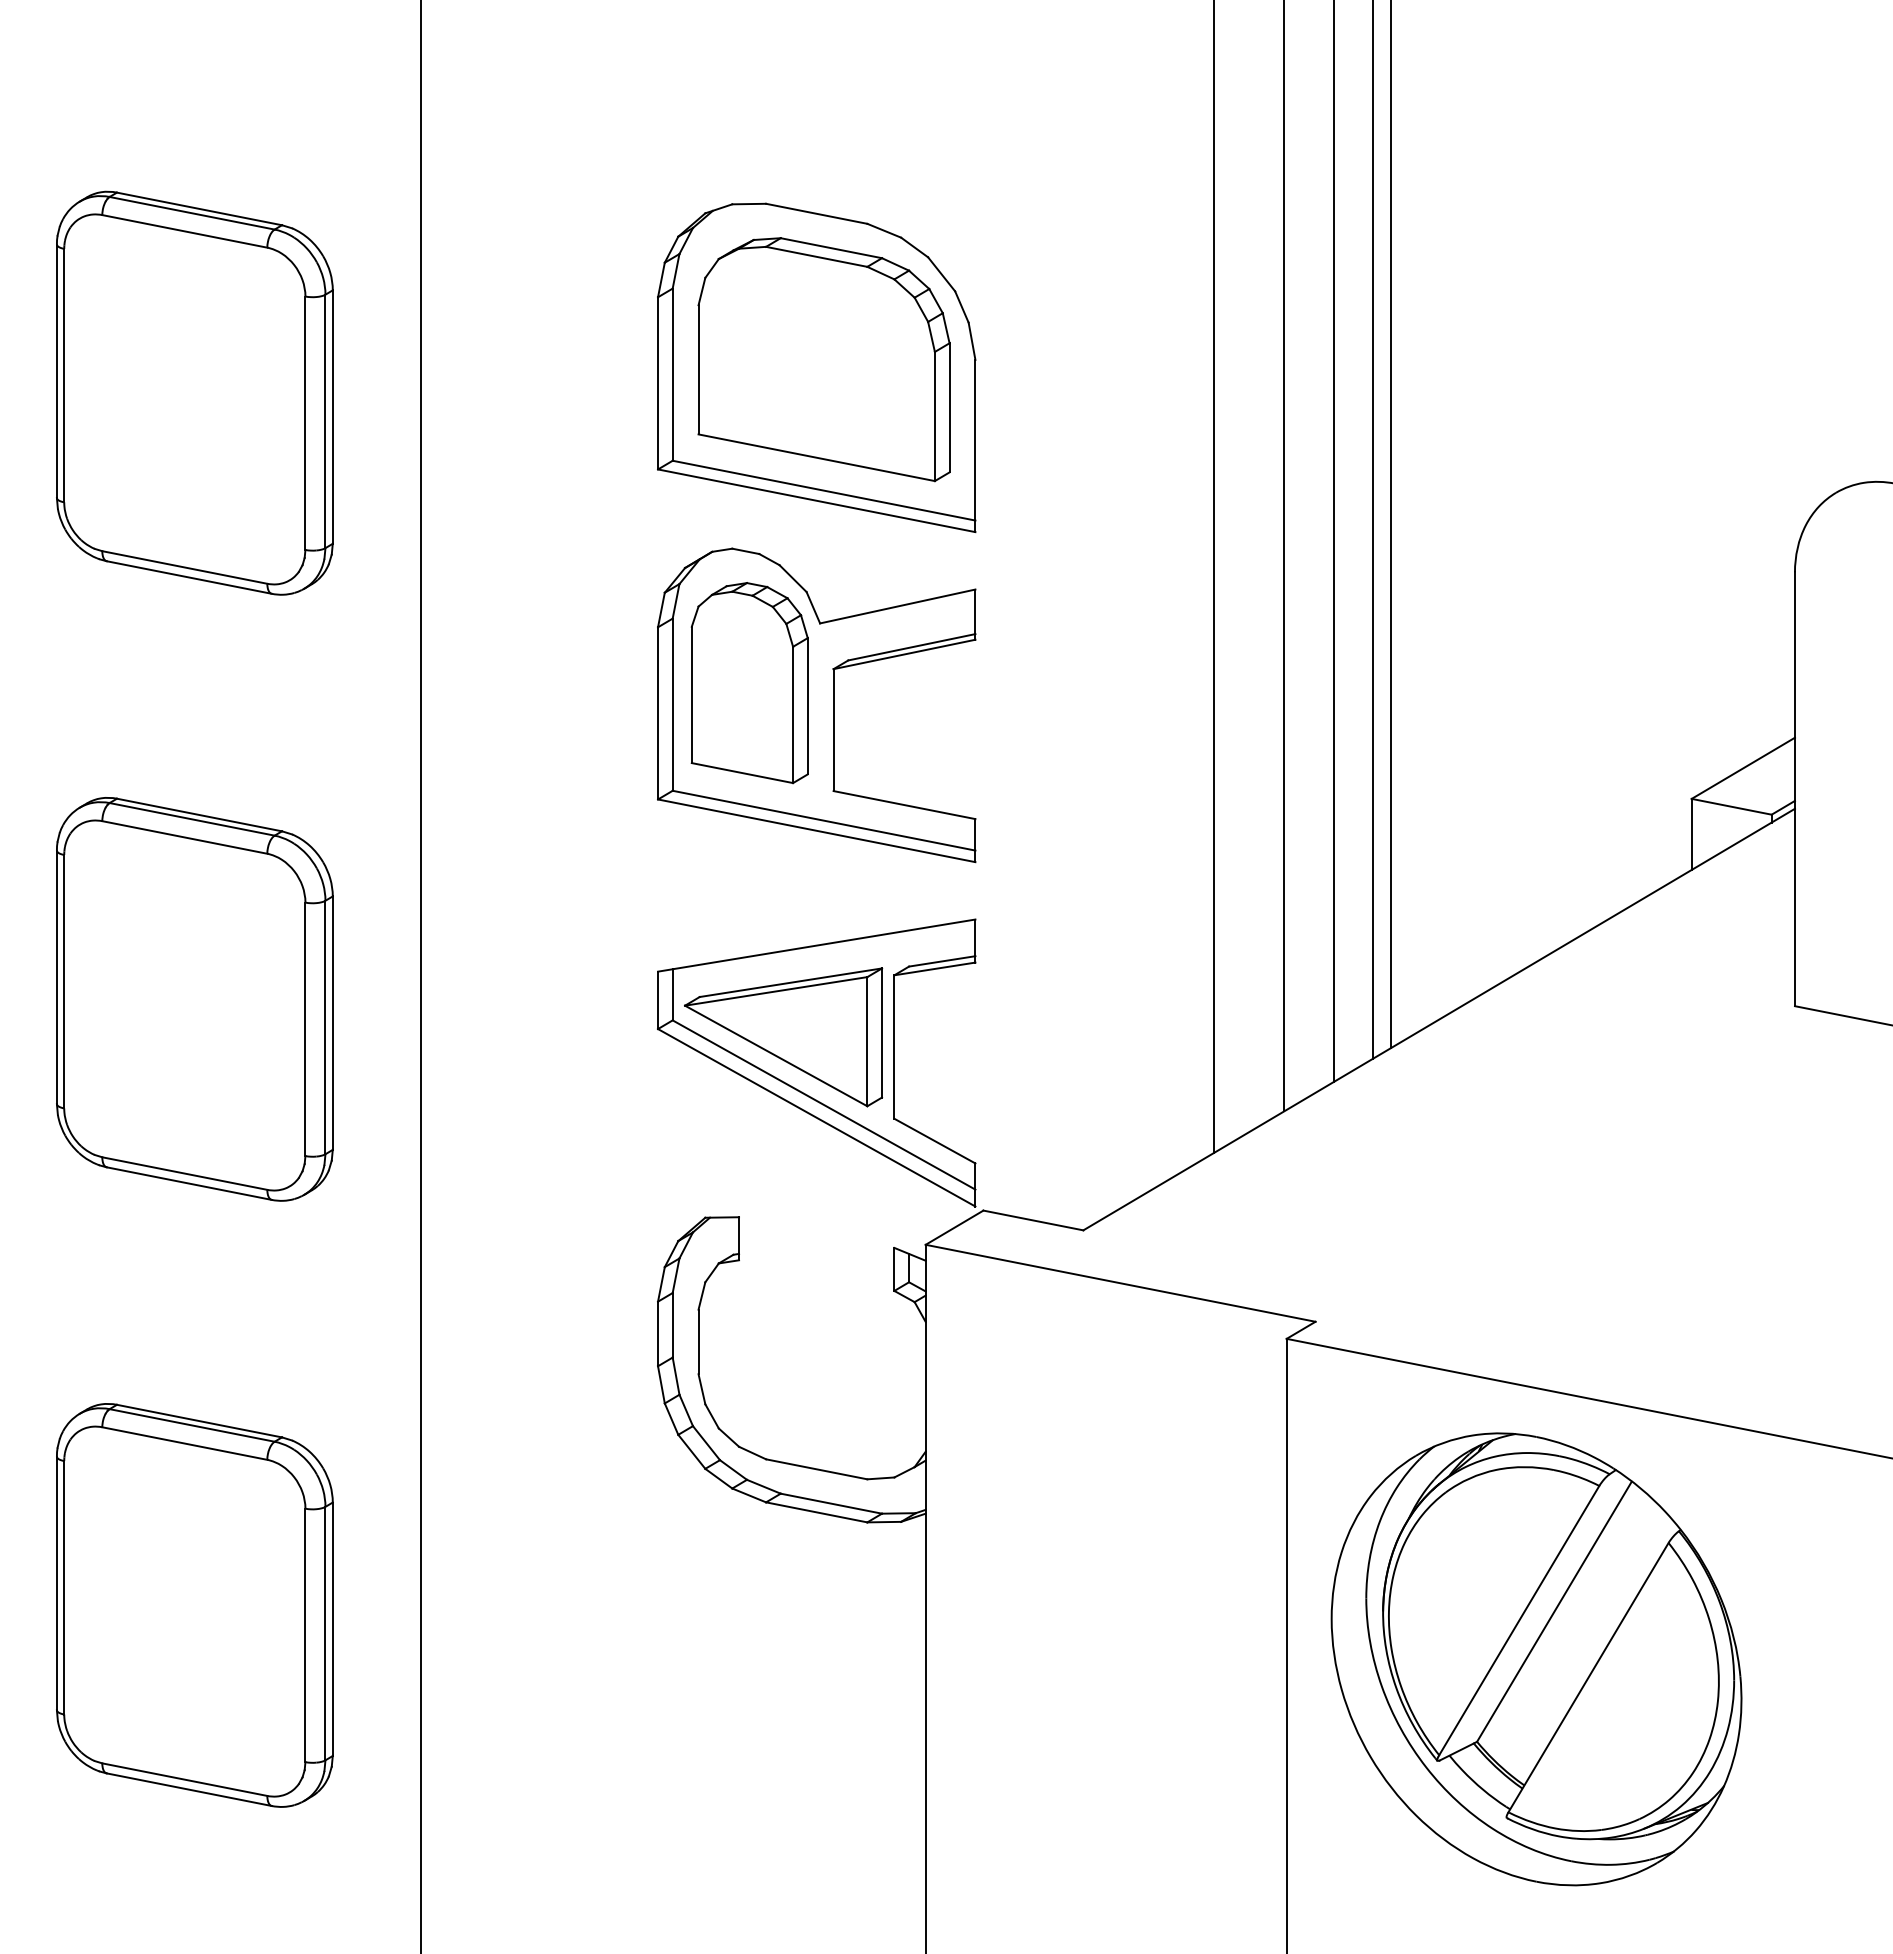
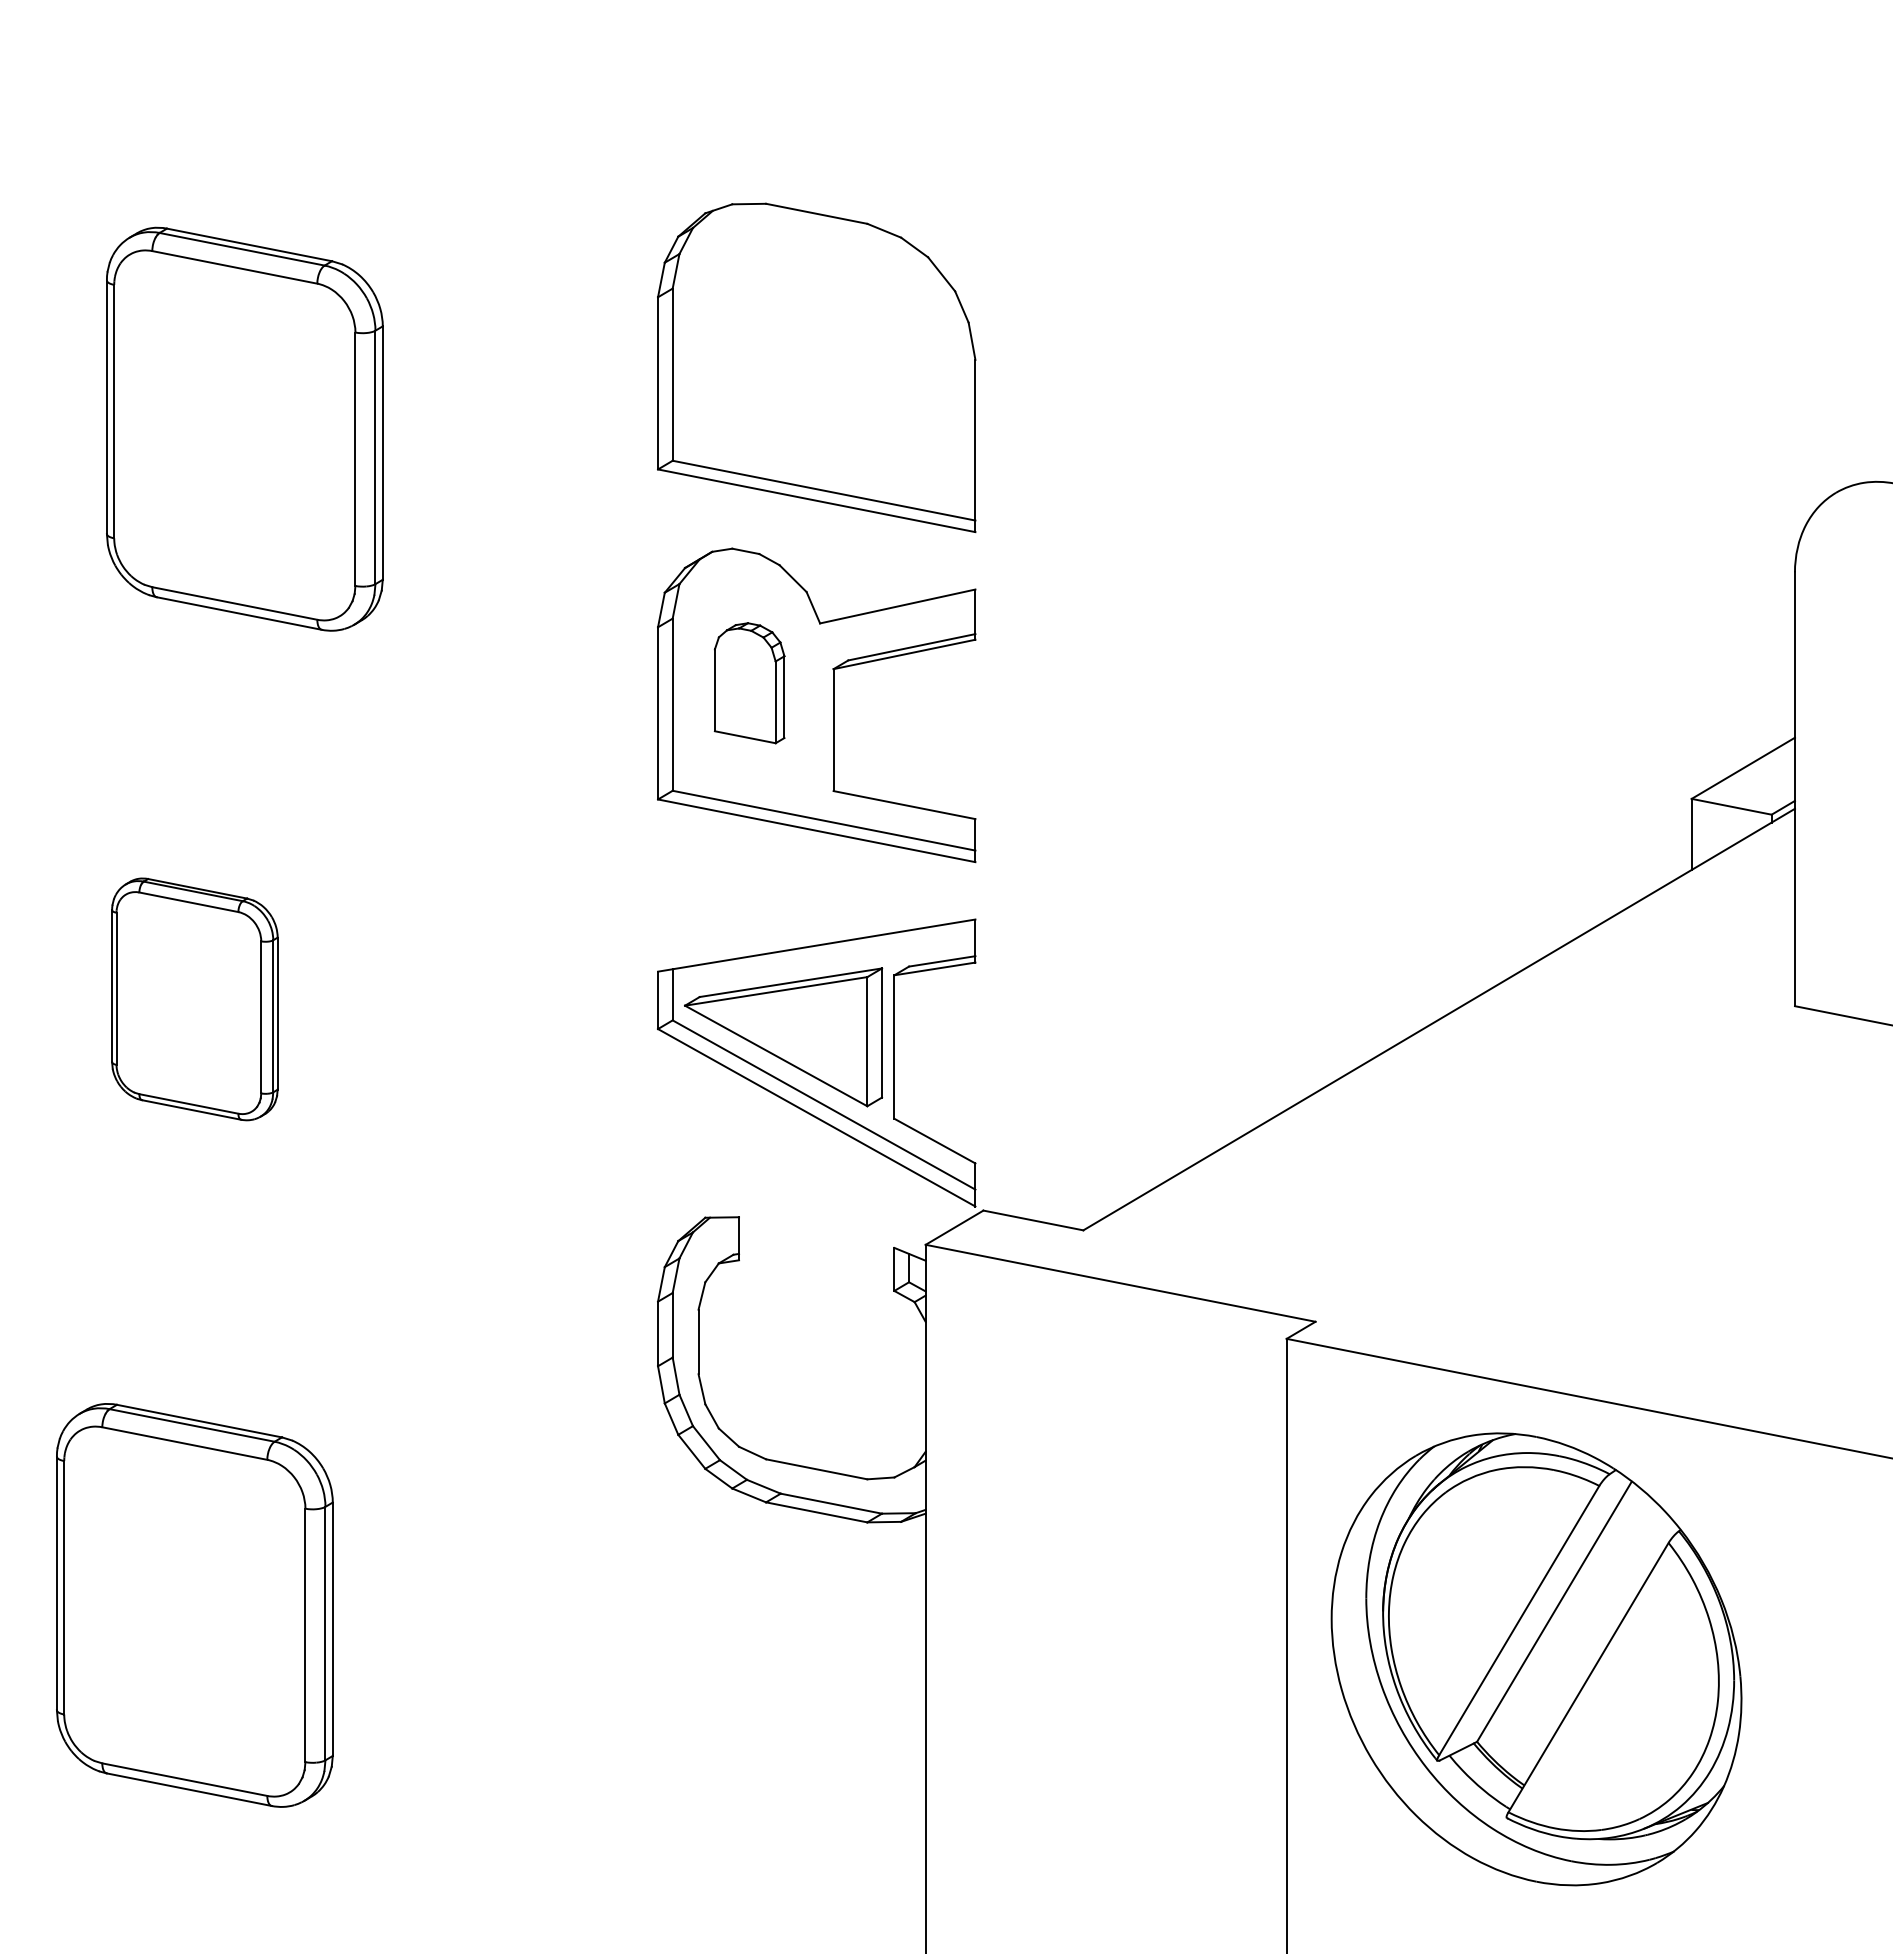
part at (823, 359): present -> none
part at (194, 392) position: (194, 392) -> (244, 428)
line at (1391, 525): present -> none
line at (1373, 530): present -> none
line at (1334, 541): present -> none
line at (1284, 556): present -> none
line at (1214, 577): present -> none
part at (749, 683) size: 119x203 px -> 73x123 px
line at (420, 976): present -> none
part at (194, 999) size: 278x405 px -> 168x245 px
